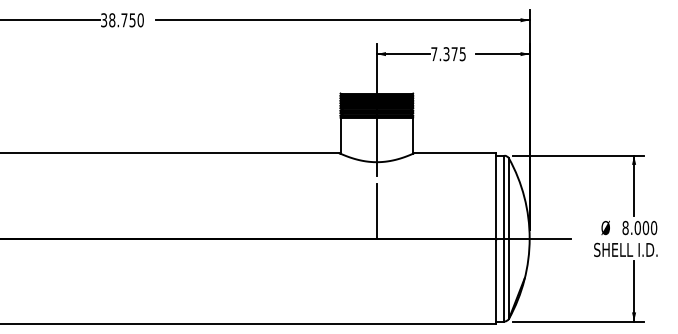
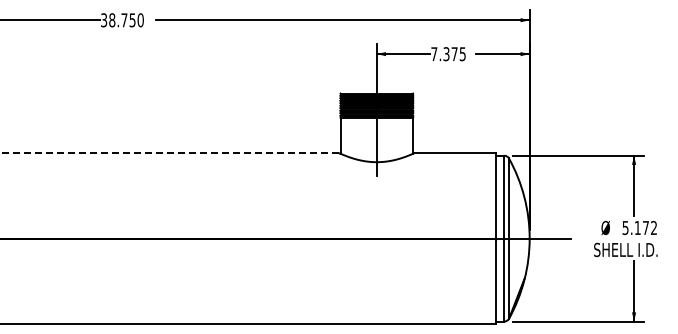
line at (169, 153): solid -> dashed
line at (376, 211): present -> none
text at (639, 227): 8.000 -> 5.172
